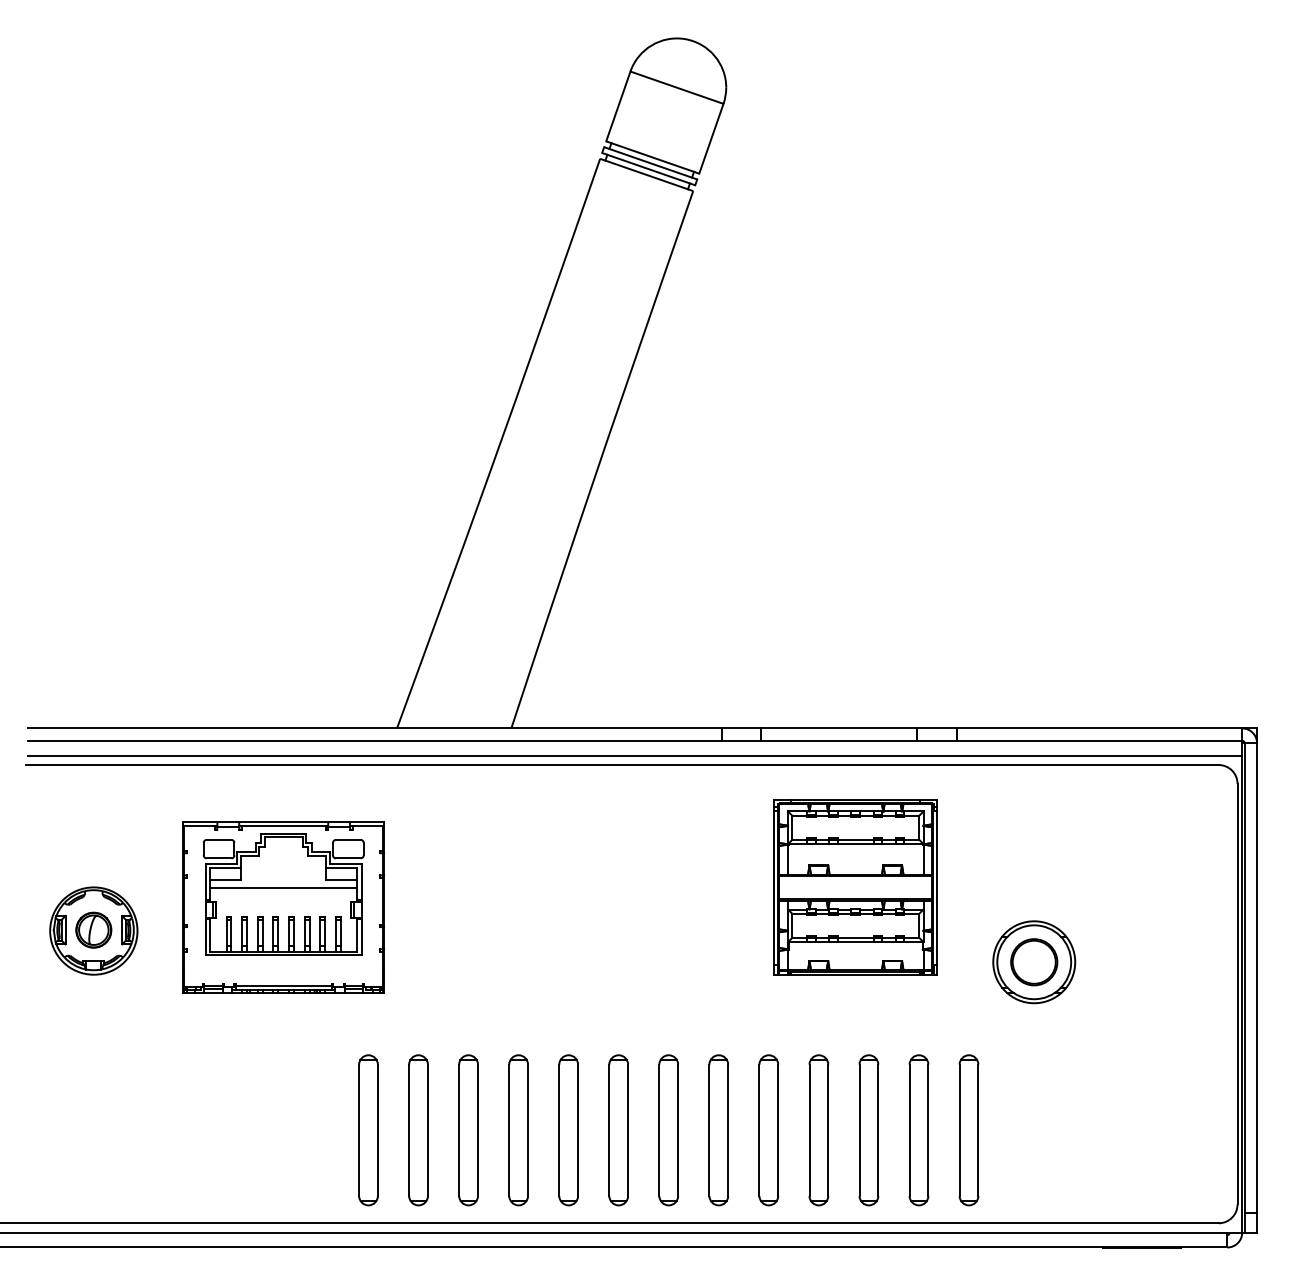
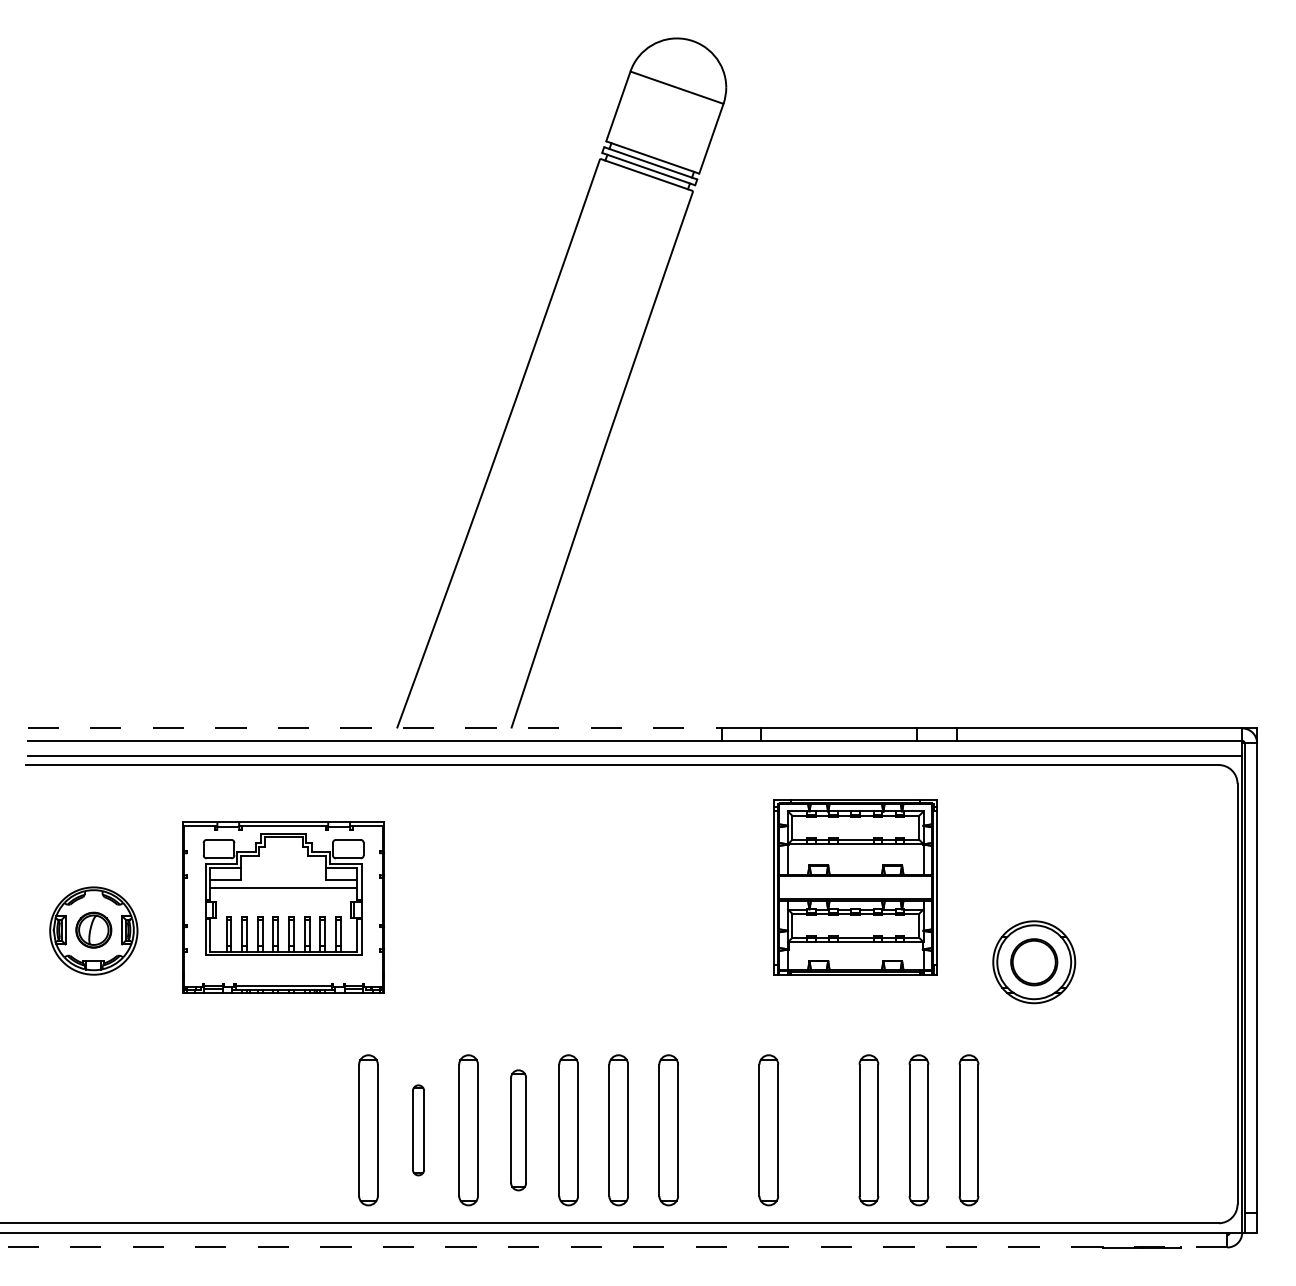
line at (375, 728): solid -> dashed
part at (418, 1130) size: 21x153 px -> 13x93 px
part at (518, 1130) size: 21x153 px -> 17x123 px
part at (718, 1130): present -> none
part at (818, 1130): present -> none
line at (613, 1247): solid -> dashed
